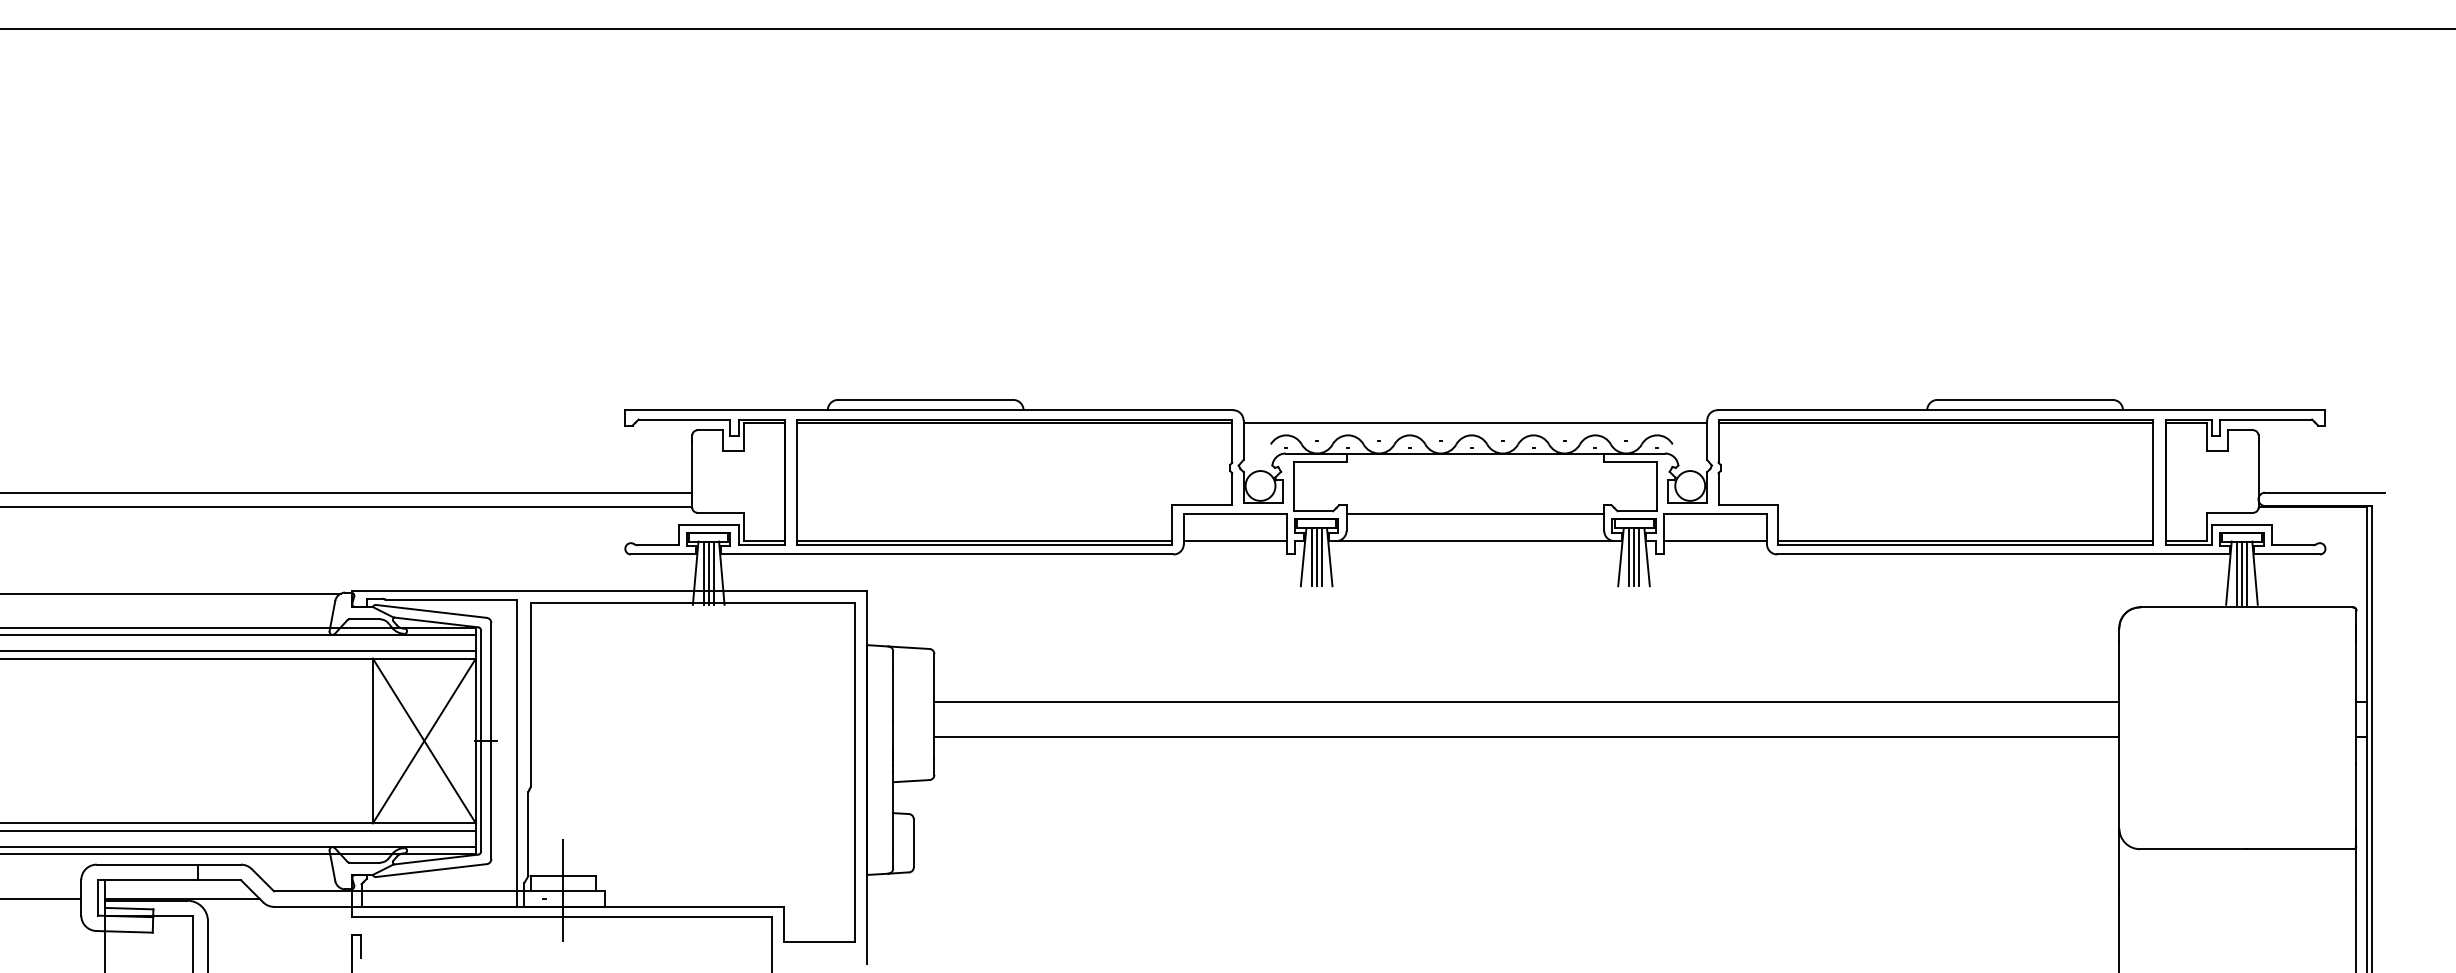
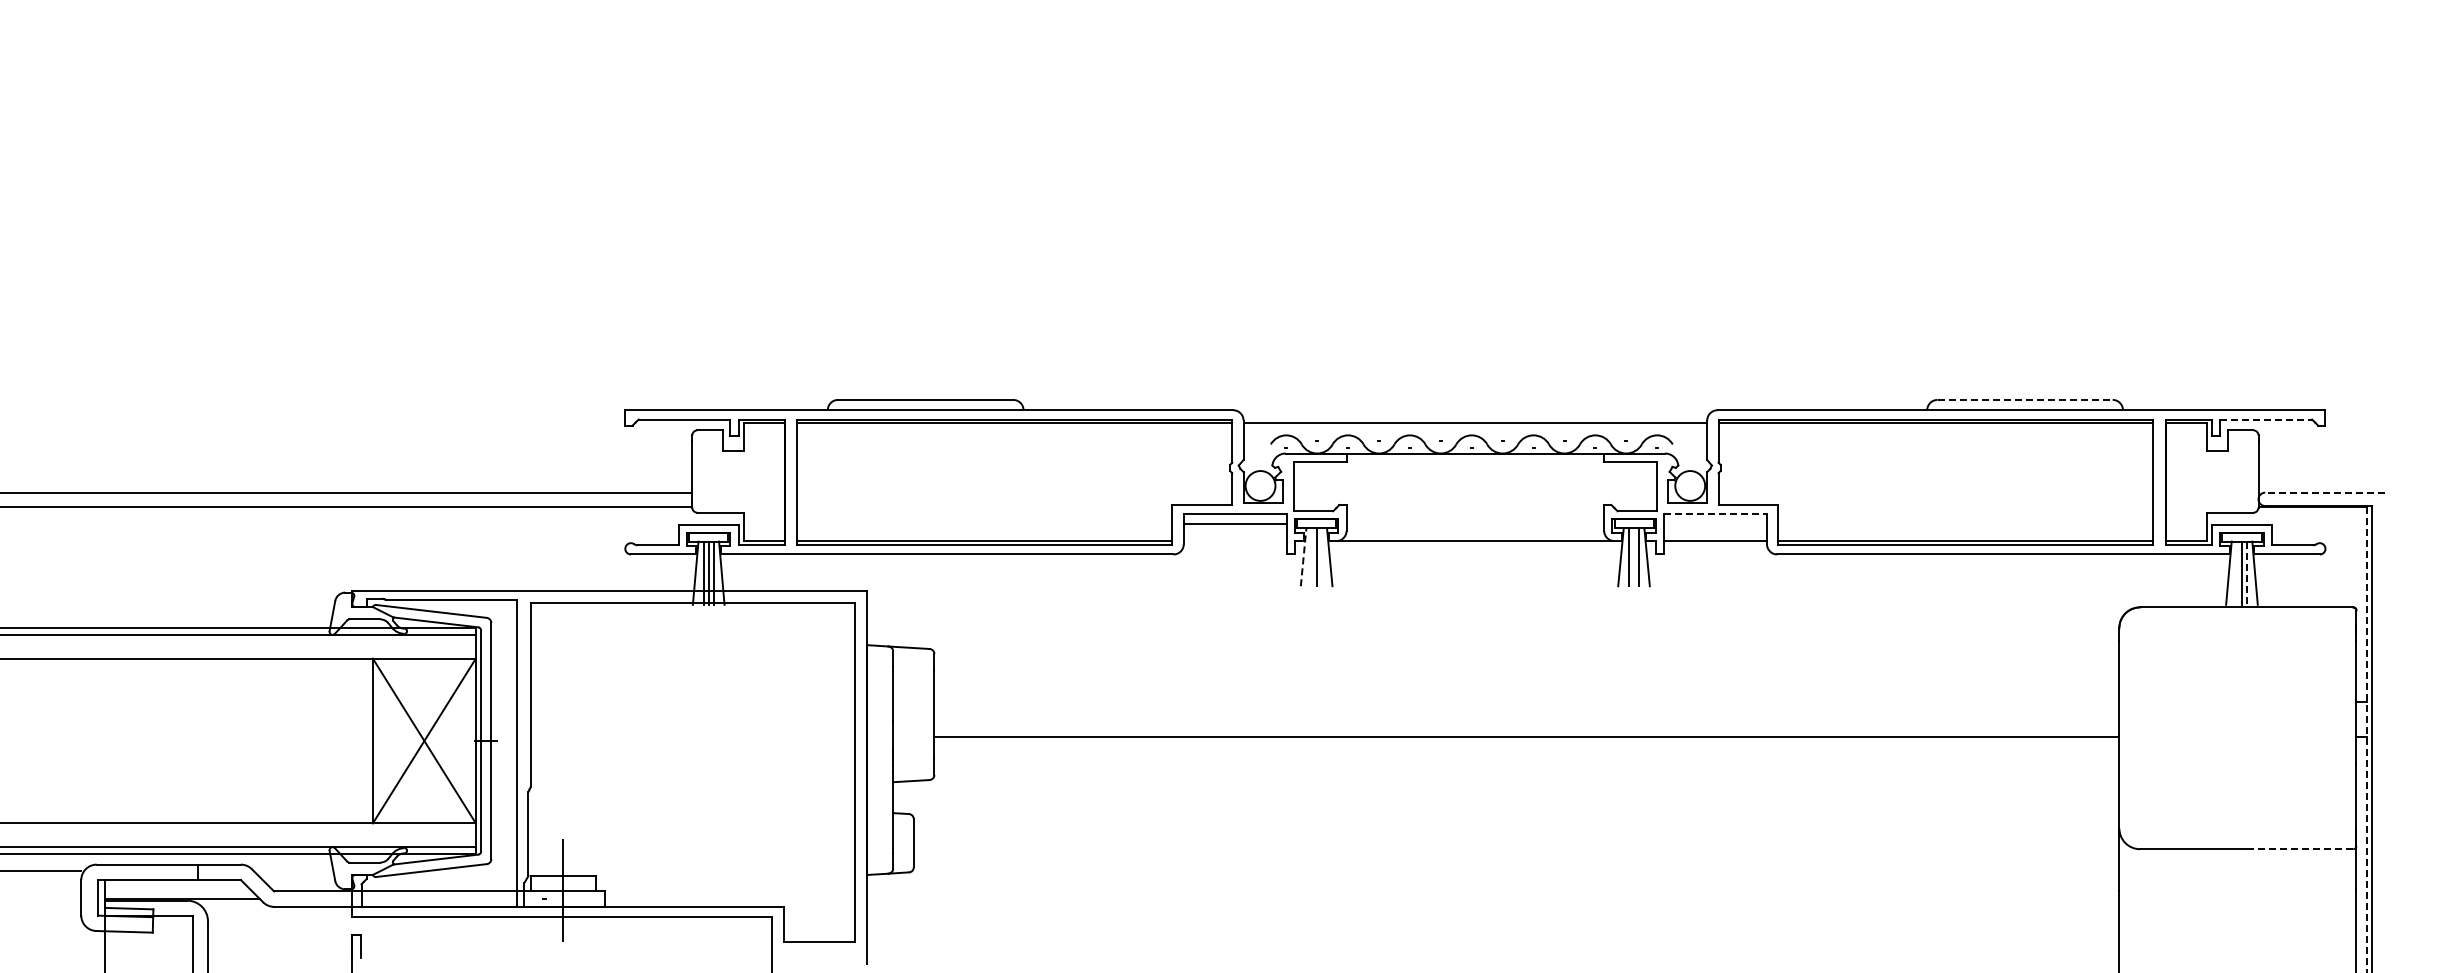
line at (1227, 28): present -> none
line at (2025, 399): solid -> dashed
line at (2266, 419): solid -> dashed
line at (2324, 492): solid -> dashed
line at (1475, 514): present -> none
line at (1715, 514): solid -> dashed
line at (1234, 541) position: (1234, 541) -> (1234, 524)
line at (1303, 556): solid -> dashed
line at (1311, 557): present -> none
line at (1321, 557): present -> none
line at (1634, 557): present -> none
line at (2236, 572): present -> none
line at (2247, 573): solid -> dashed
line at (171, 593): present -> none
line at (238, 651): present -> none
line at (1526, 701): present -> none
line at (2366, 739): solid -> dashed
line at (238, 830): present -> none
line at (2299, 849): solid -> dashed
line at (41, 898) position: (41, 898) -> (41, 870)
